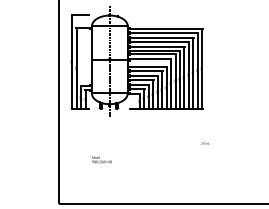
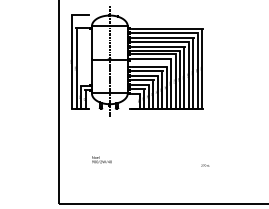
text at (205, 143) position: (205, 143) -> (205, 165)
